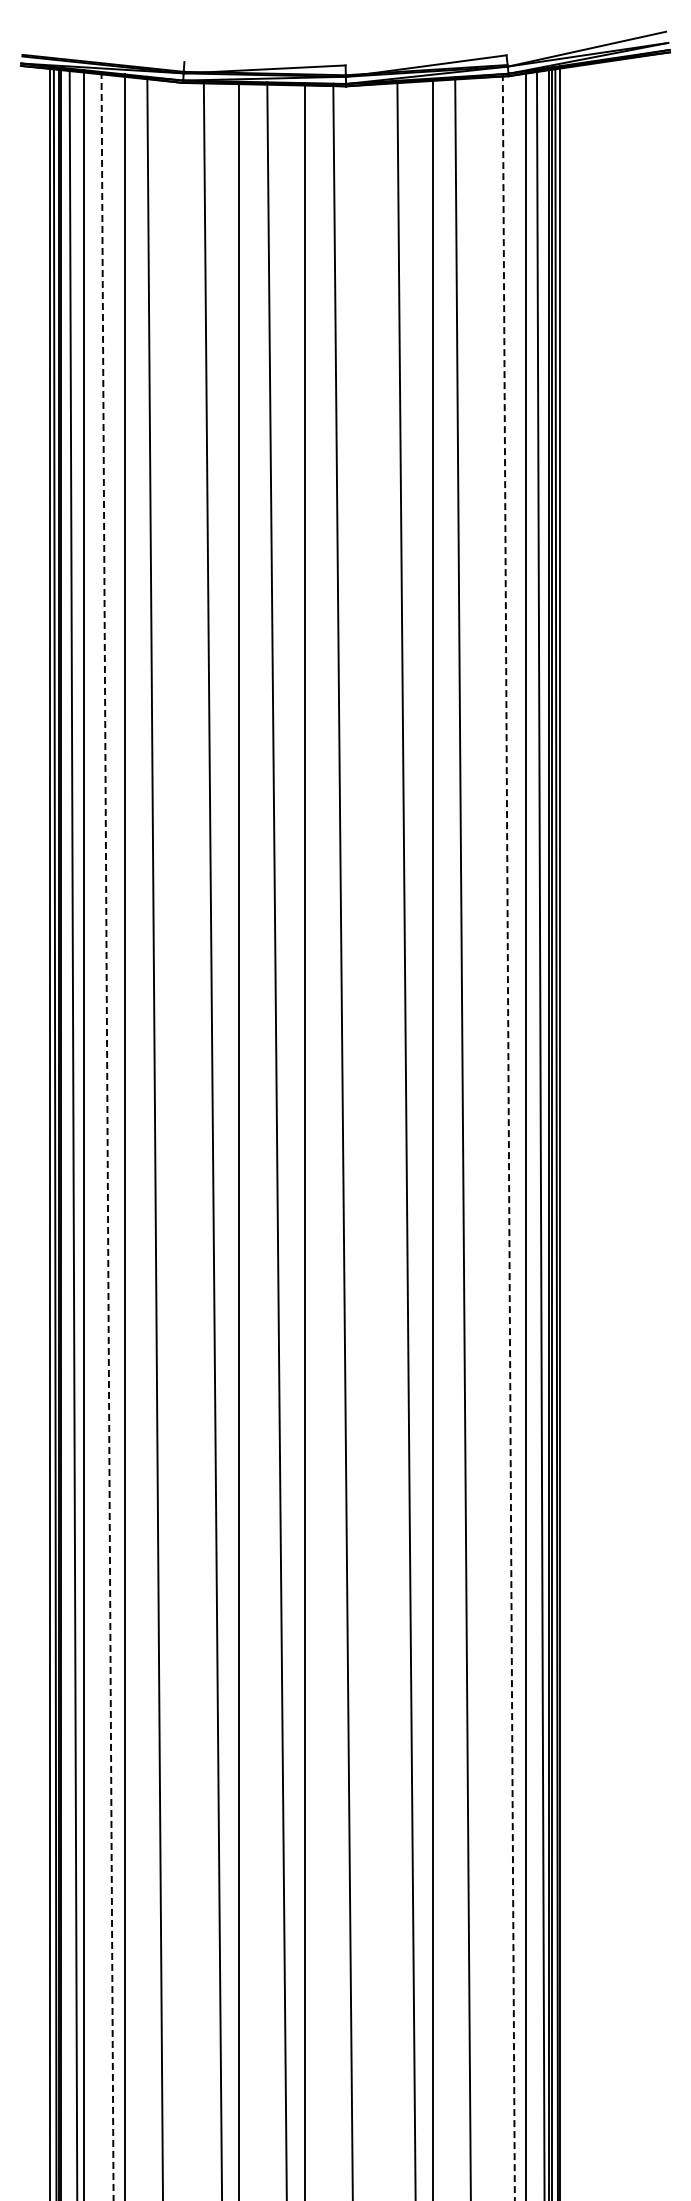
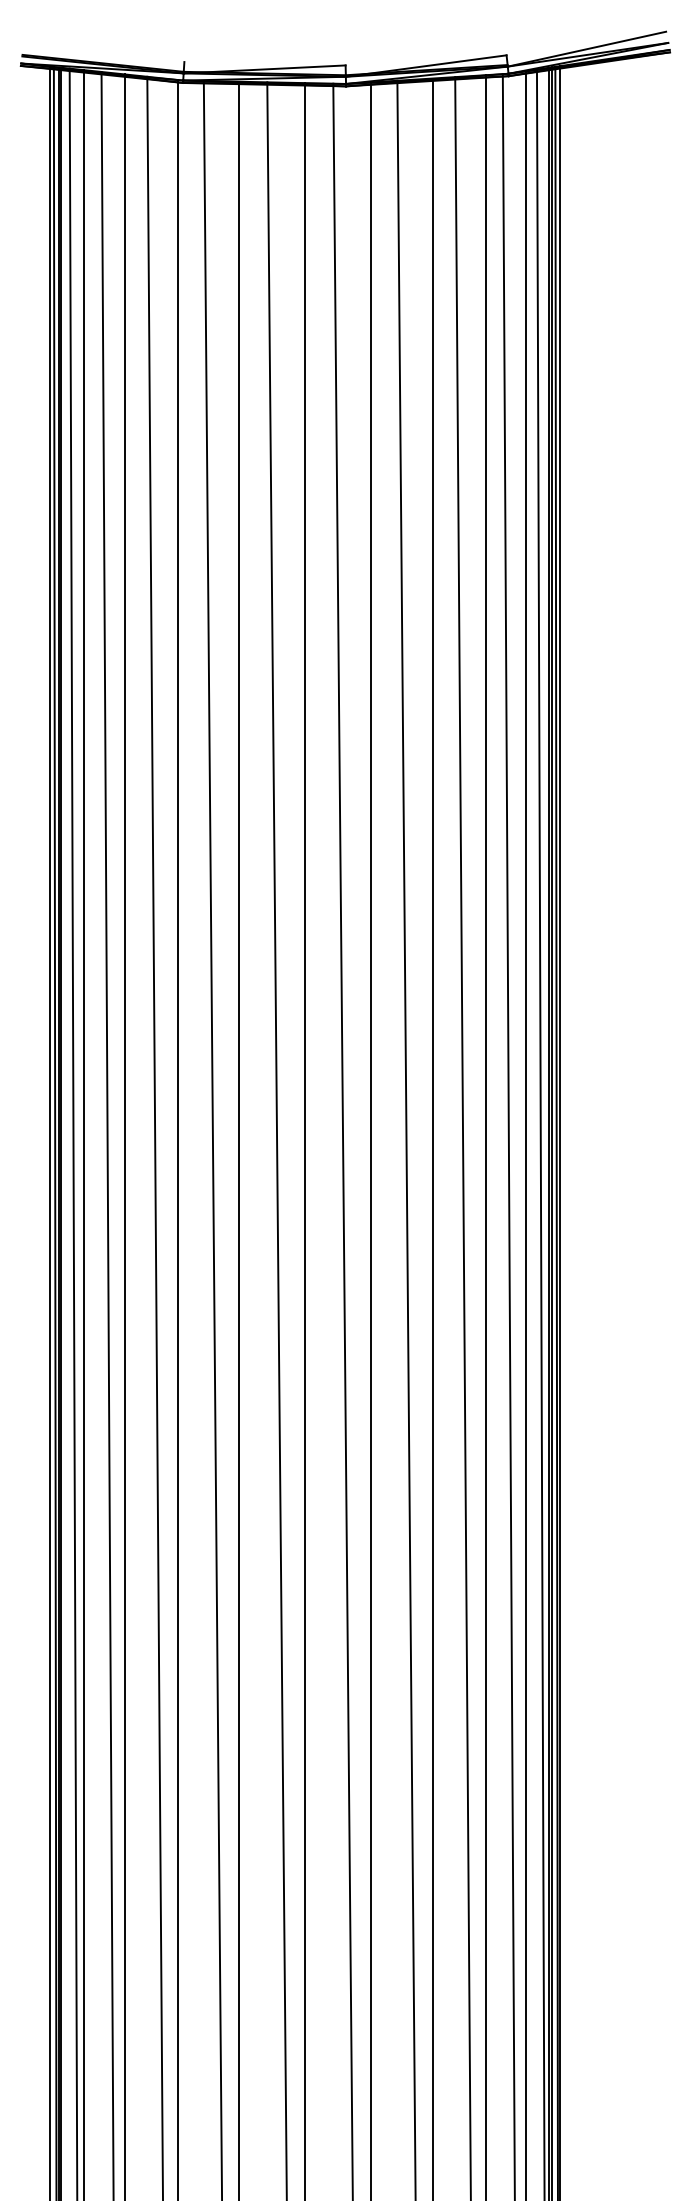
line at (107, 1136): dashed -> solid
line at (485, 1136): none -> present
line at (508, 1137): dashed -> solid
line at (177, 1138): none -> present
line at (371, 1139): none -> present
